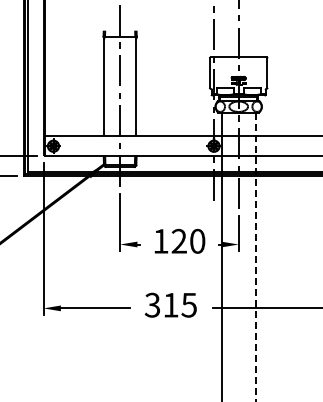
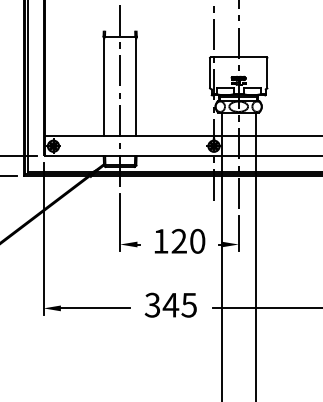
line at (255, 257): dashed -> solid
text at (170, 305): 315 -> 345
